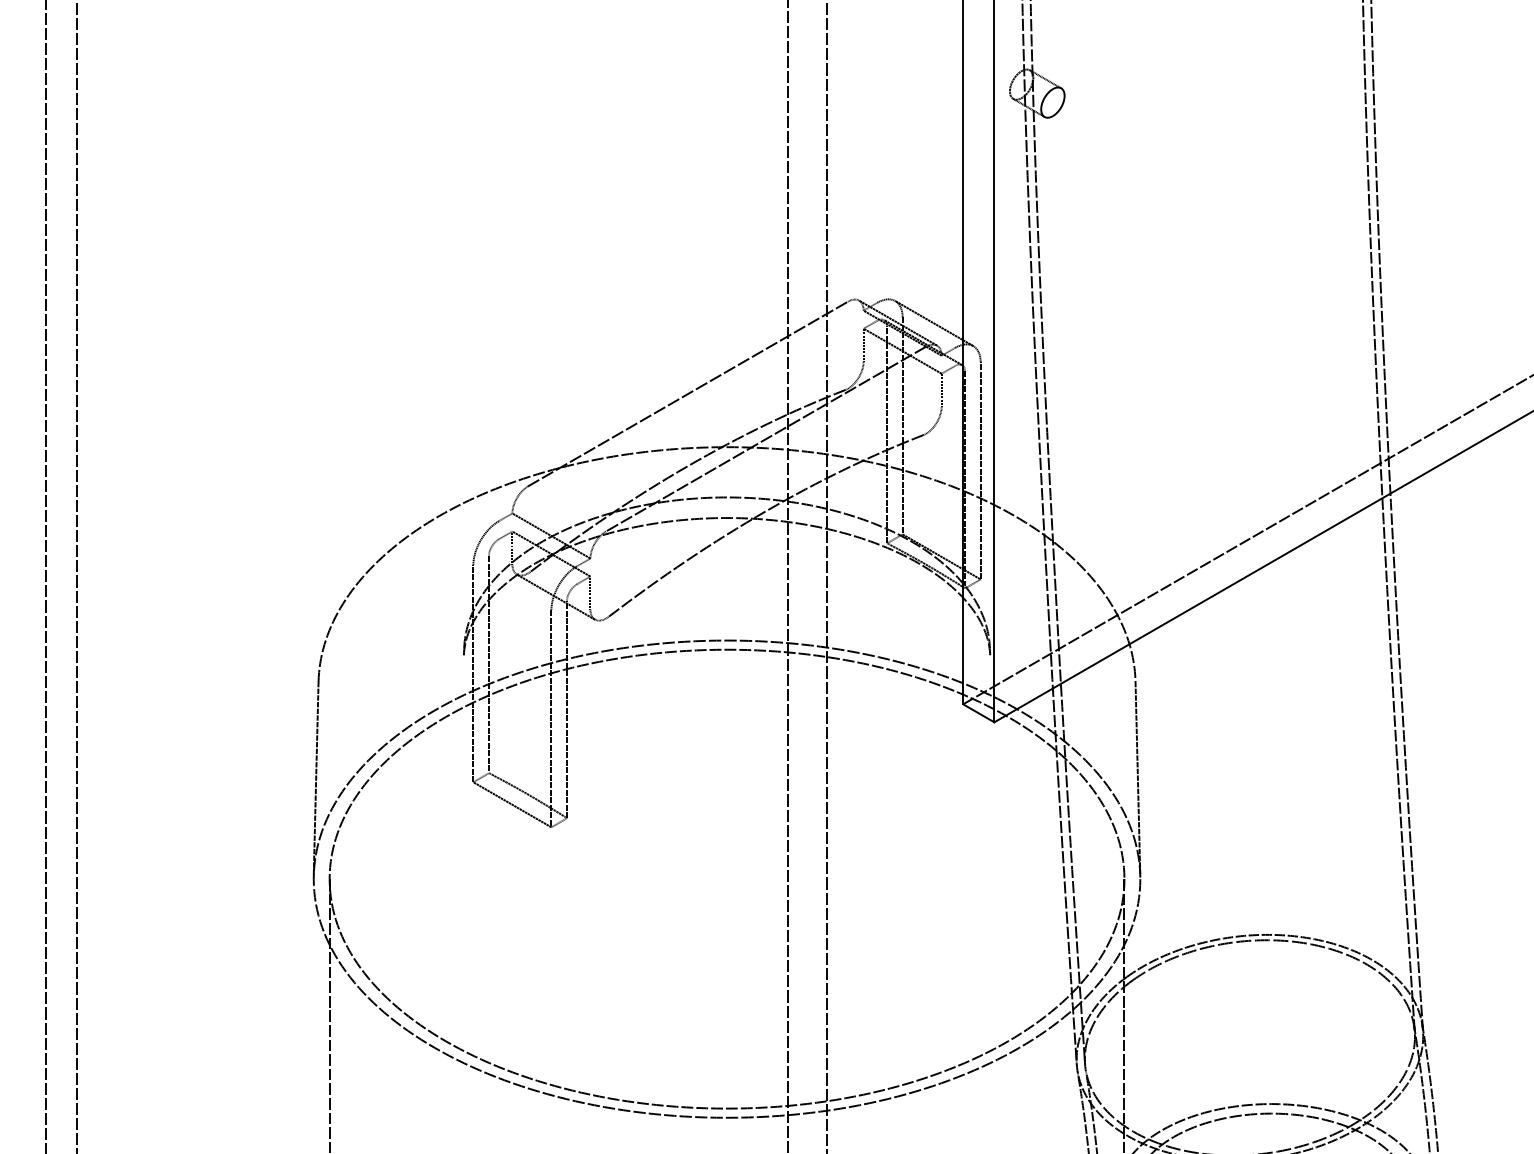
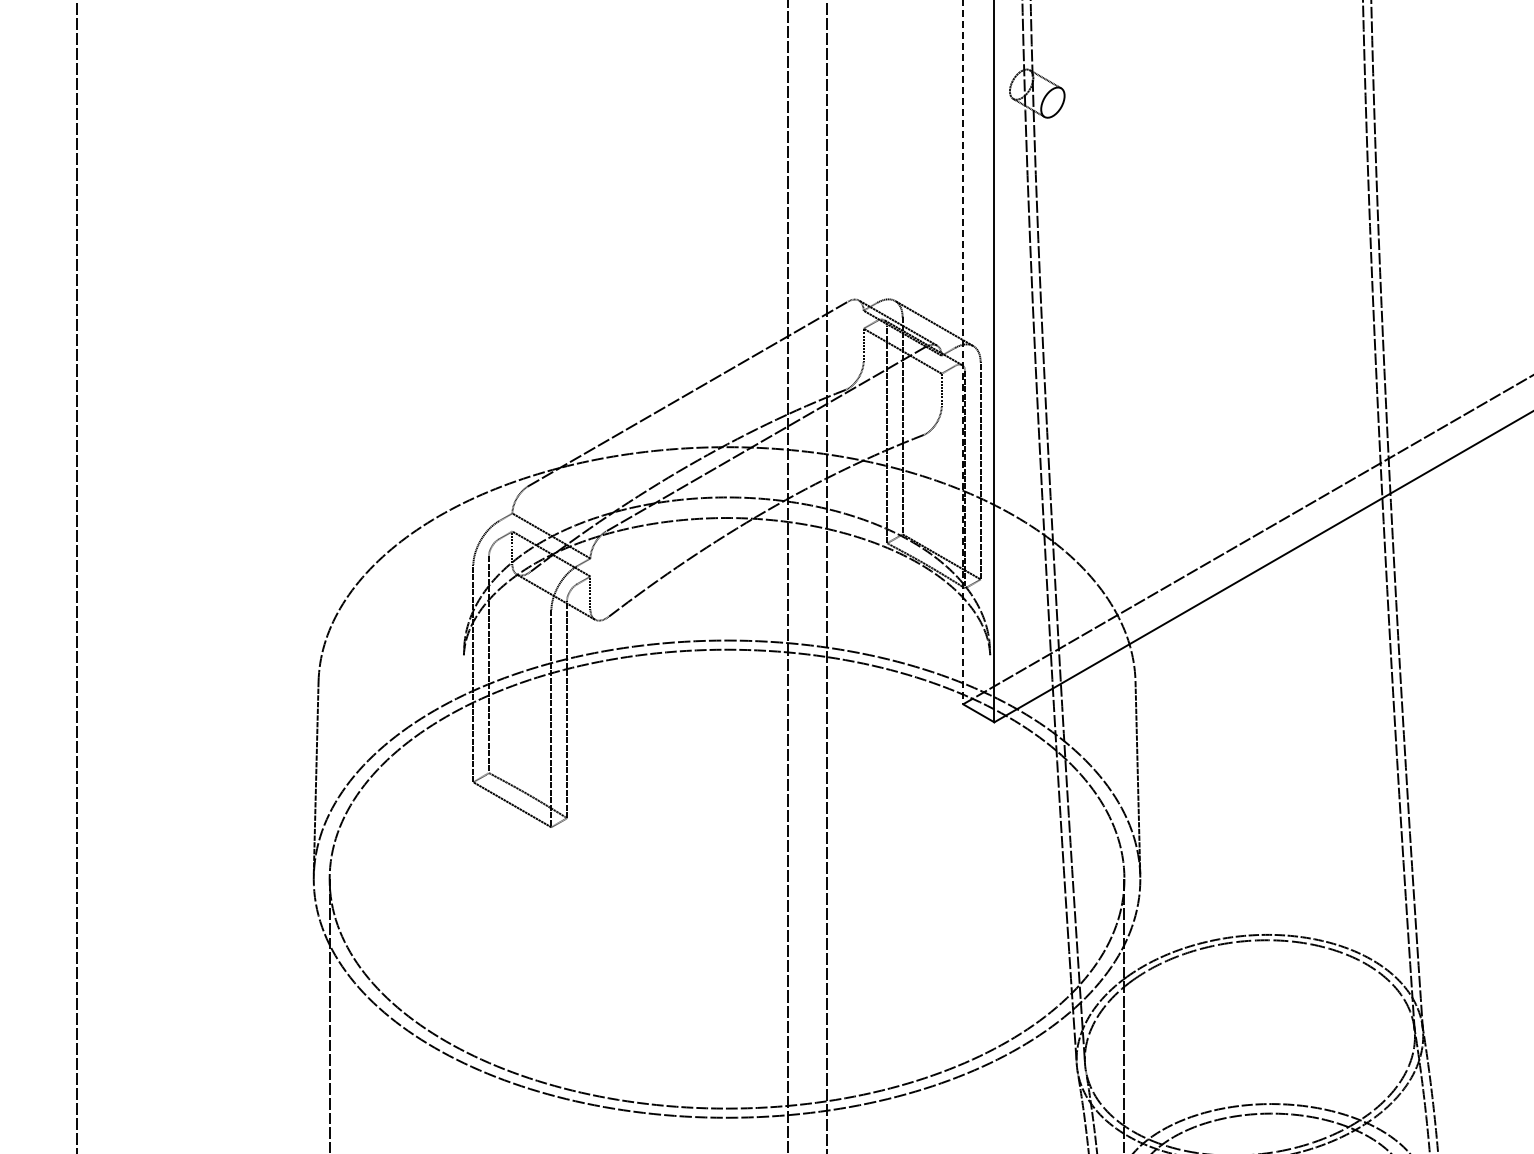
line at (963, 352): solid -> dashed
line at (46, 576): present -> none
